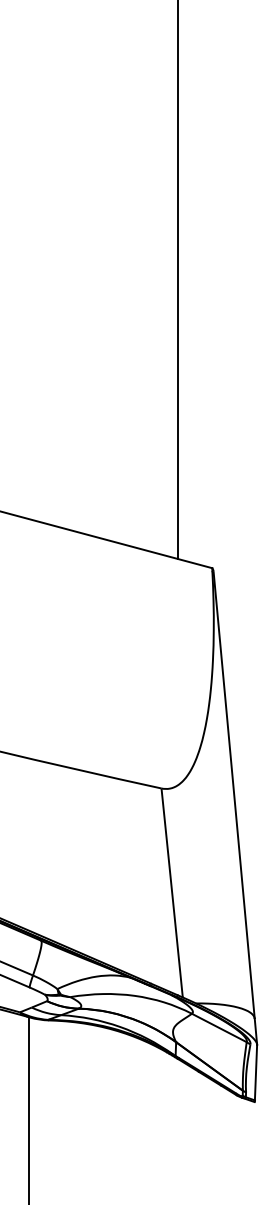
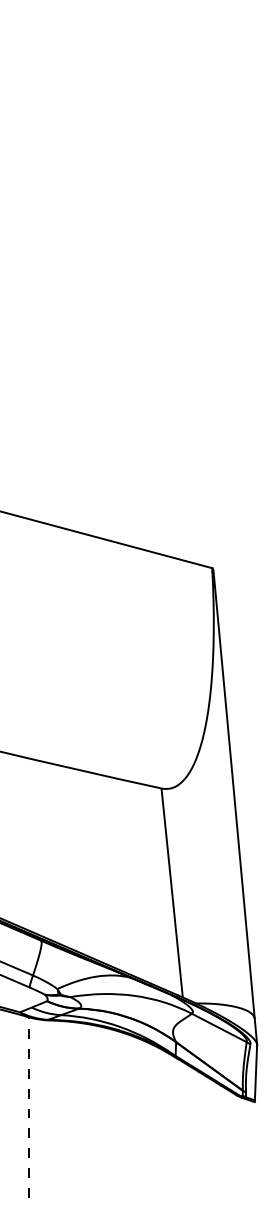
line at (177, 280): present -> none
line at (29, 1110): solid -> dashed
